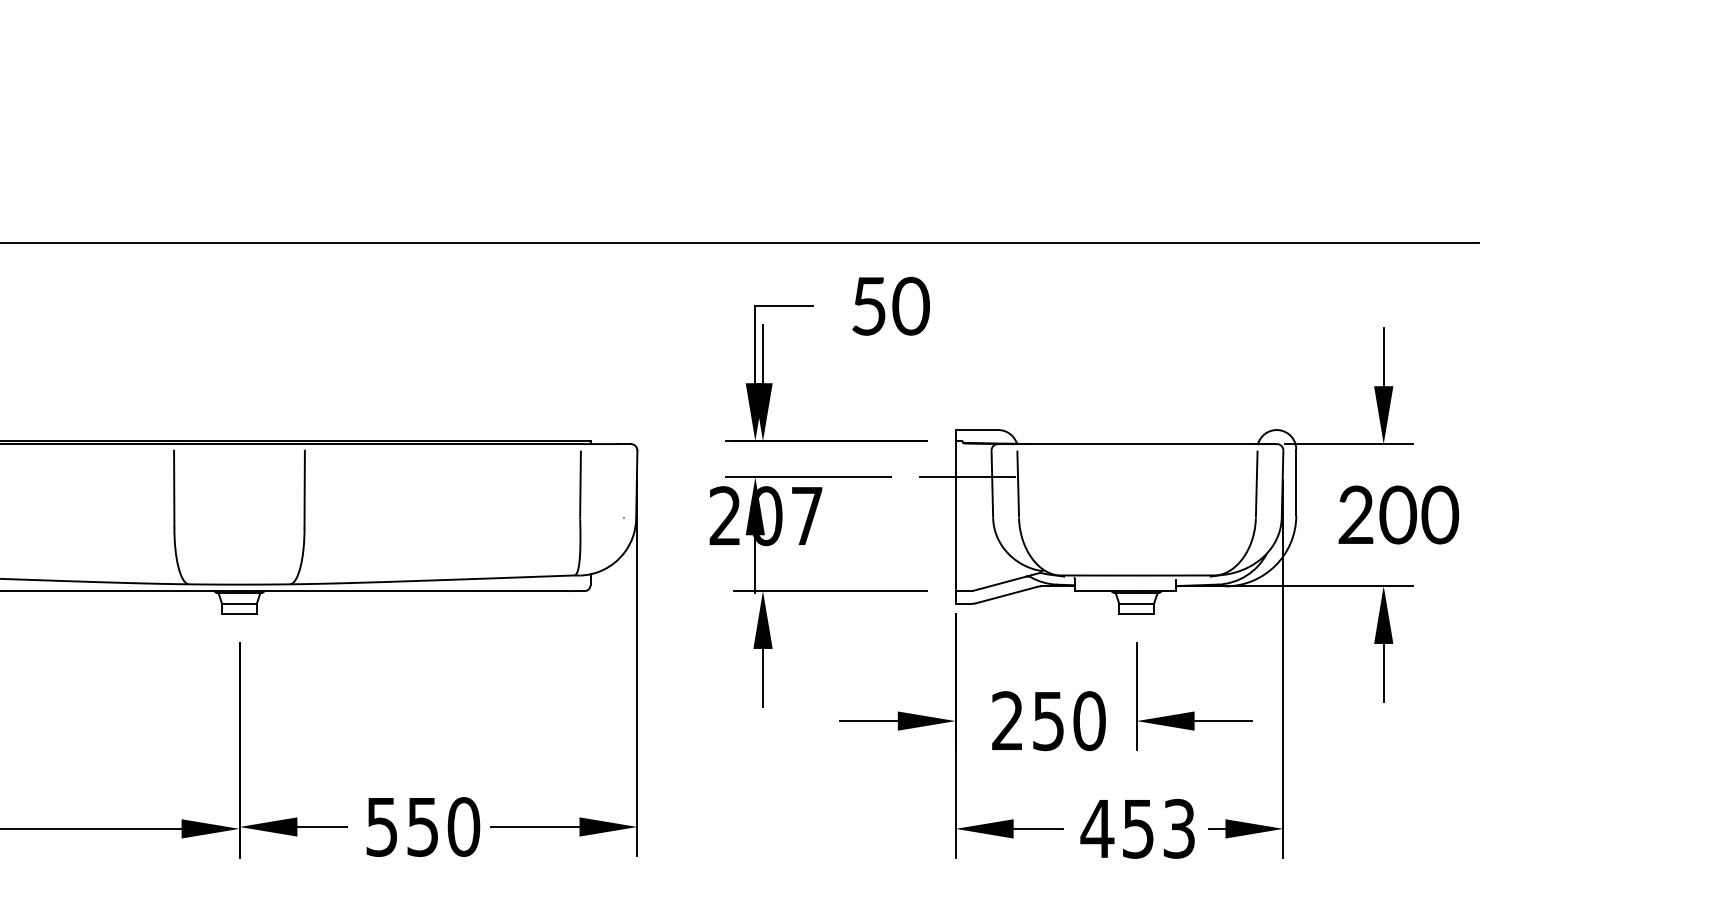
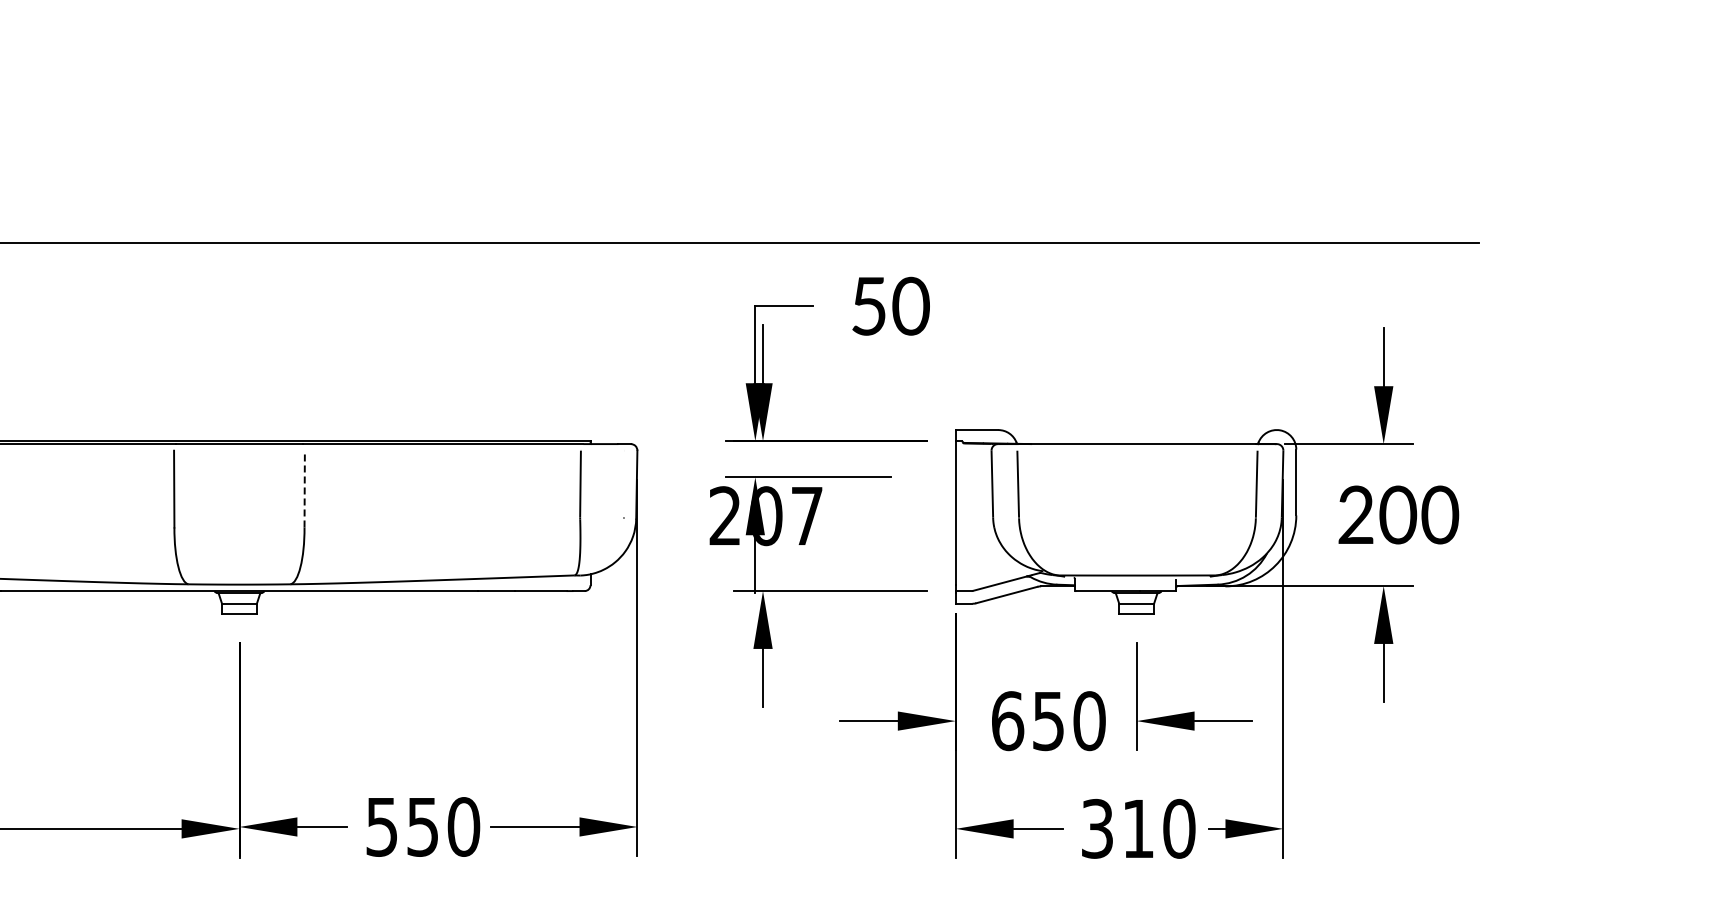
line at (966, 477): present -> none
line at (304, 488): solid -> dashed
text at (1008, 721): 250 -> 650
text at (1137, 828): 453 -> 310
